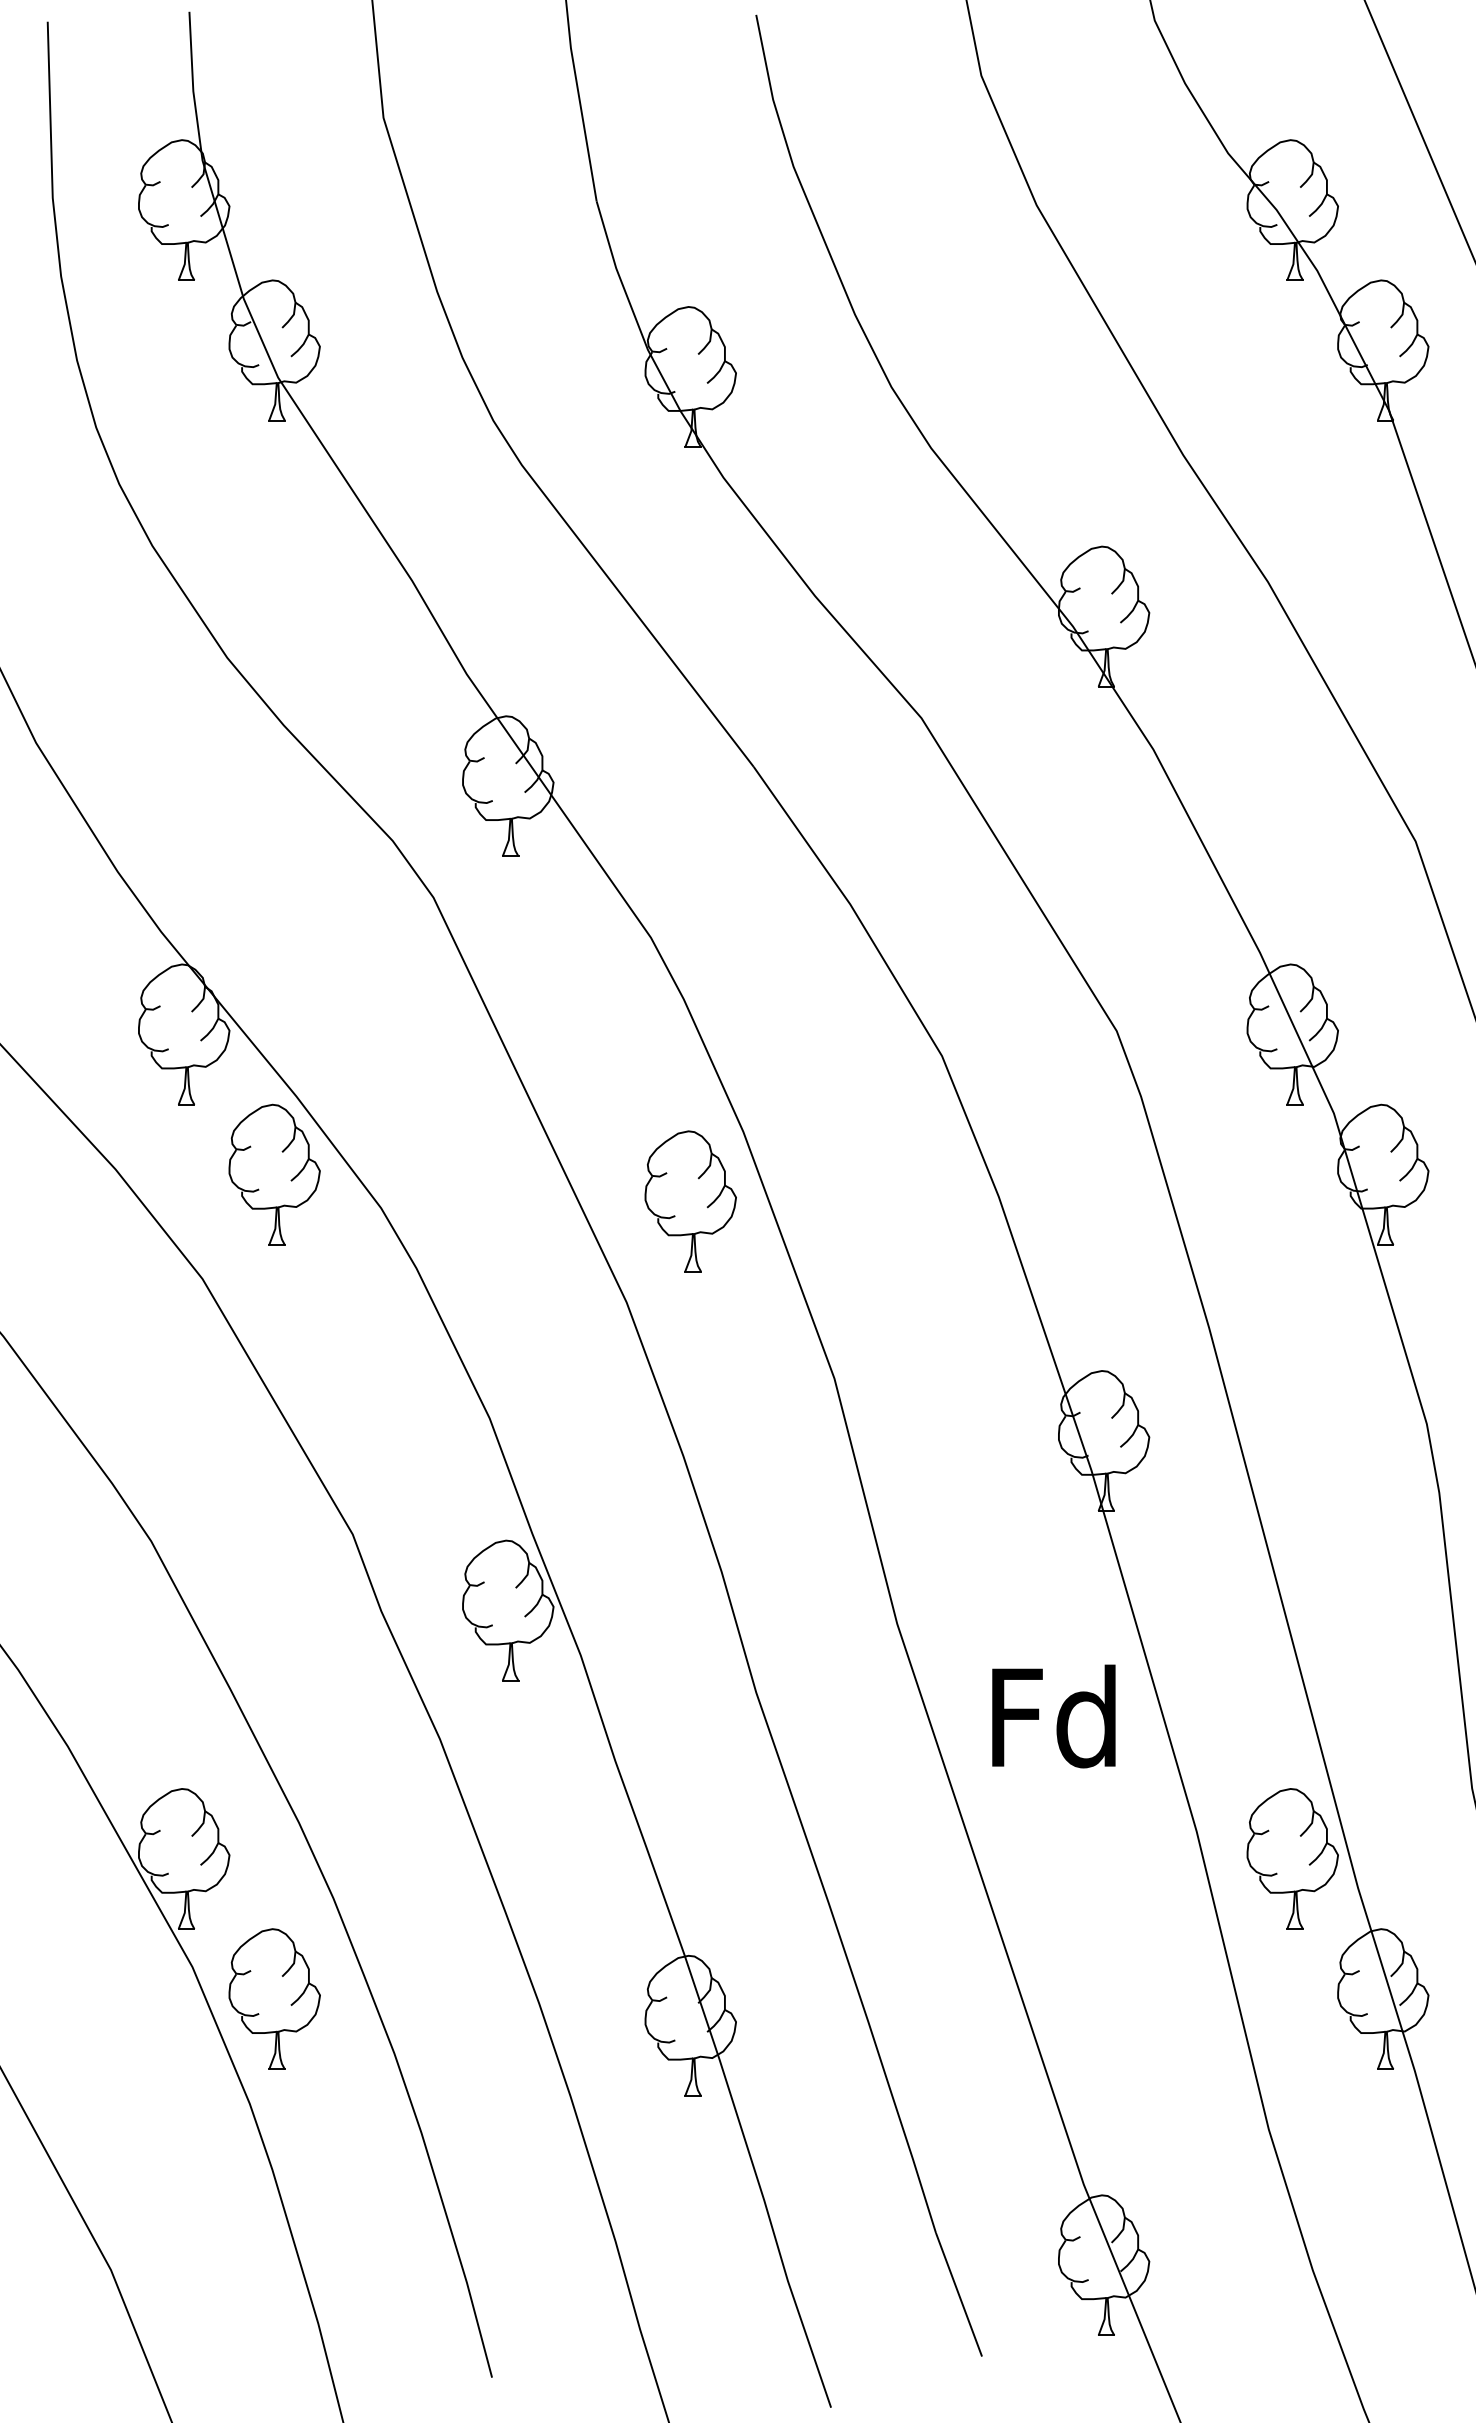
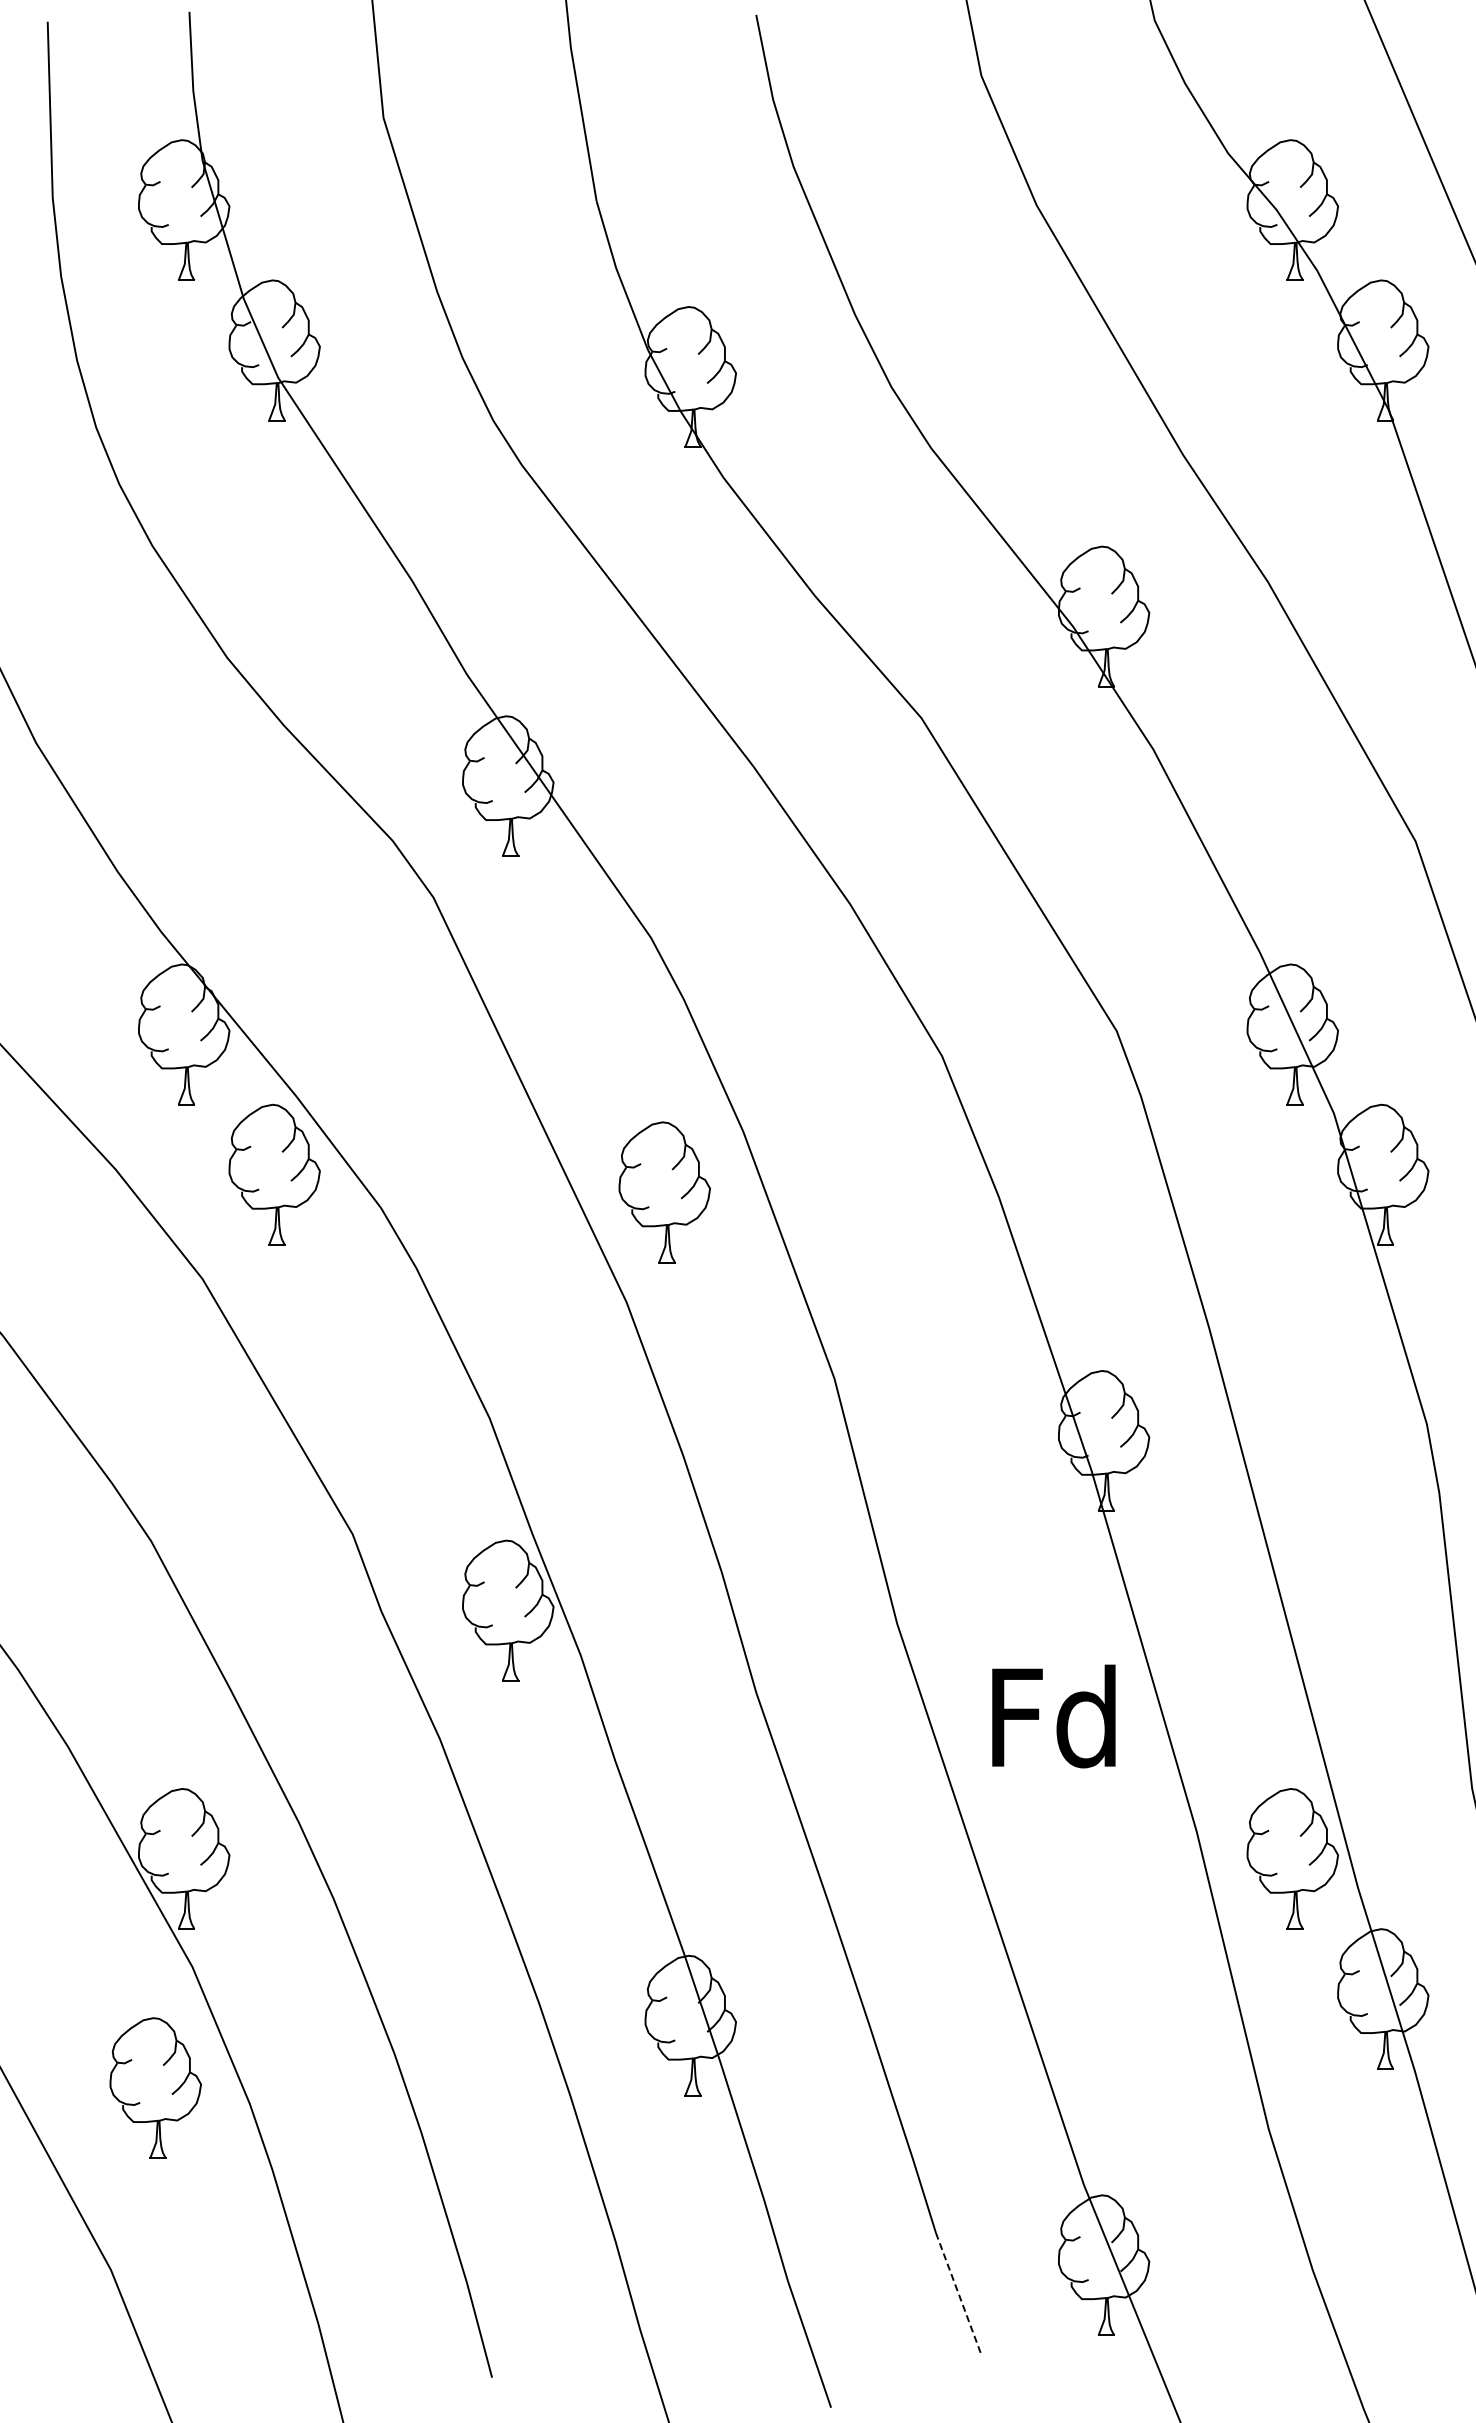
part at (690, 1201) position: (690, 1201) -> (664, 1192)
part at (274, 1998) position: (274, 1998) -> (155, 2087)
line at (959, 2294): solid -> dashed
